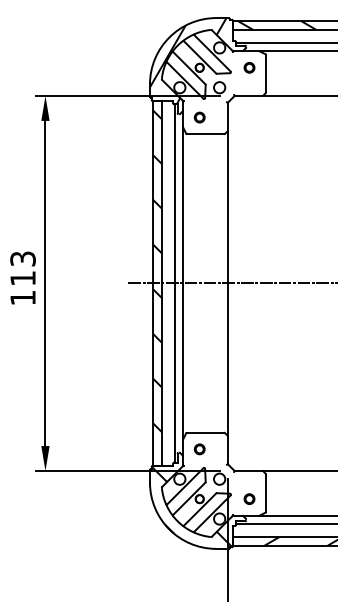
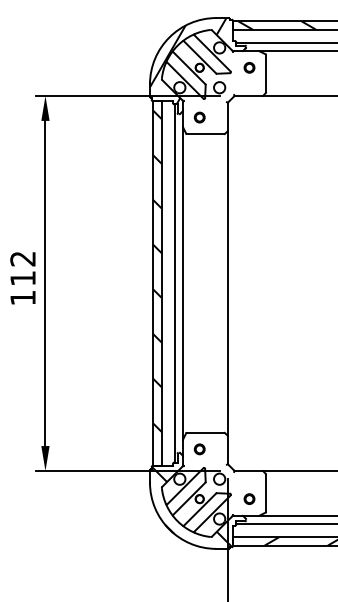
text at (22, 258): 113 -> 112
line at (231, 283): present -> none
